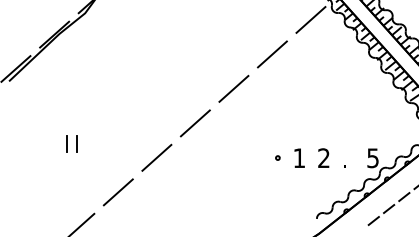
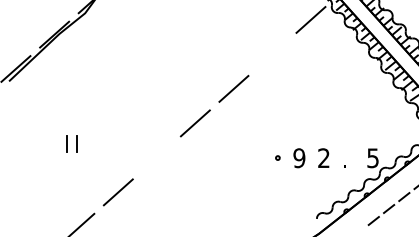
line at (272, 54): present -> none
line at (156, 157): present -> none
text at (299, 158): 1 -> 9
